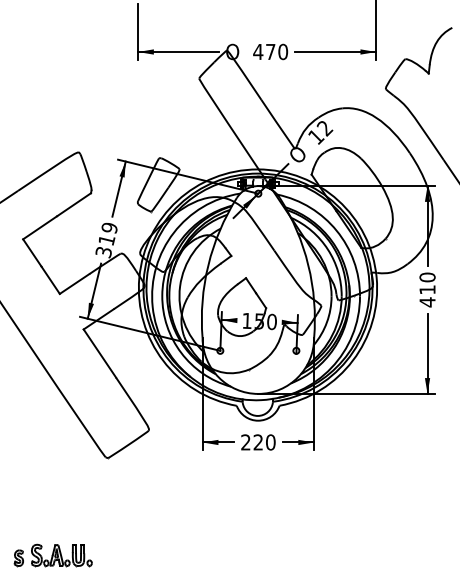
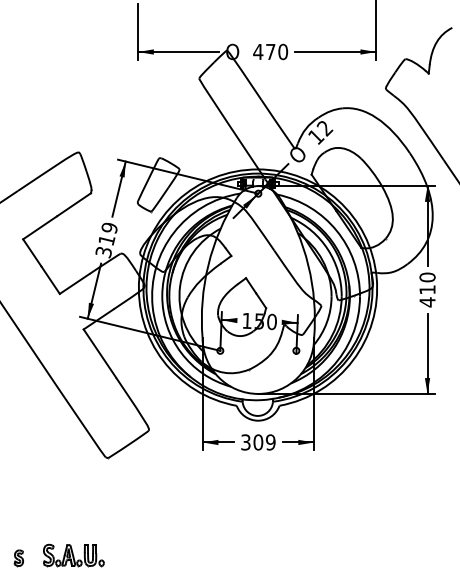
text at (258, 442): 220 -> 309
part at (61, 555) position: (61, 555) -> (73, 555)
